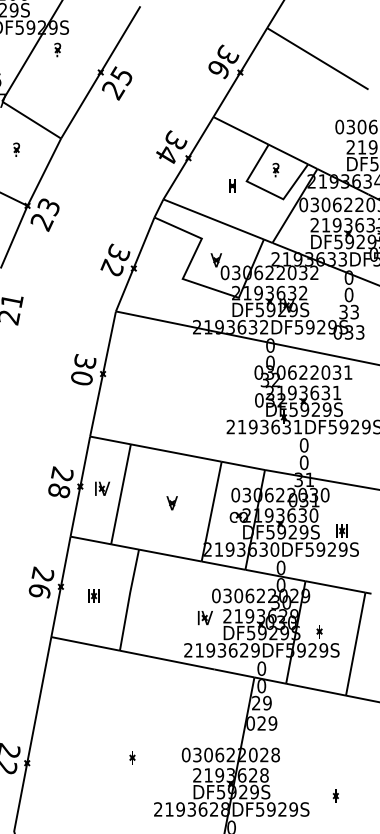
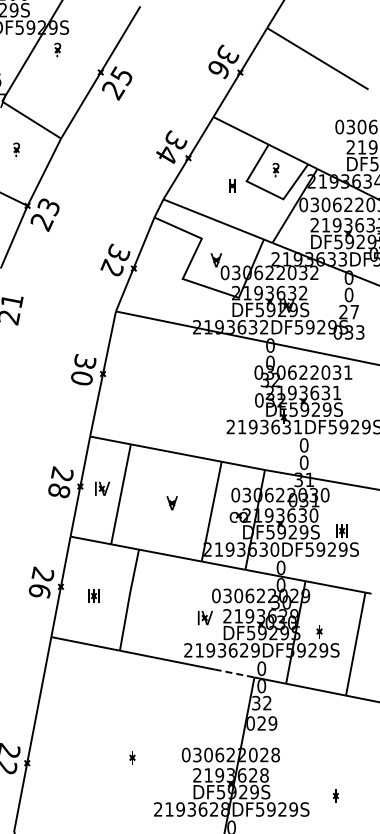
text at (348, 311): 33 -> 27
line at (235, 673): solid -> dashed
text at (261, 703): 29 -> 32
